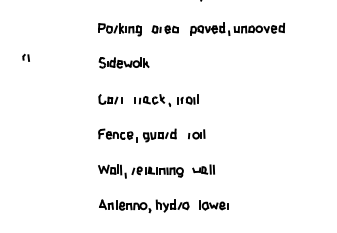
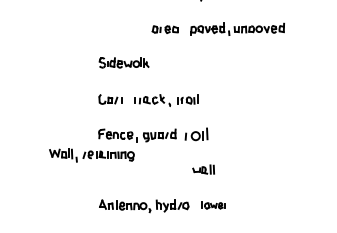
part at (119, 29): present -> none
part at (25, 57): present -> none
part at (196, 134) size: 18x11 px -> 25x15 px
part at (140, 171) position: (140, 171) -> (91, 155)
part at (213, 205) size: 30x11 px -> 25x9 px
